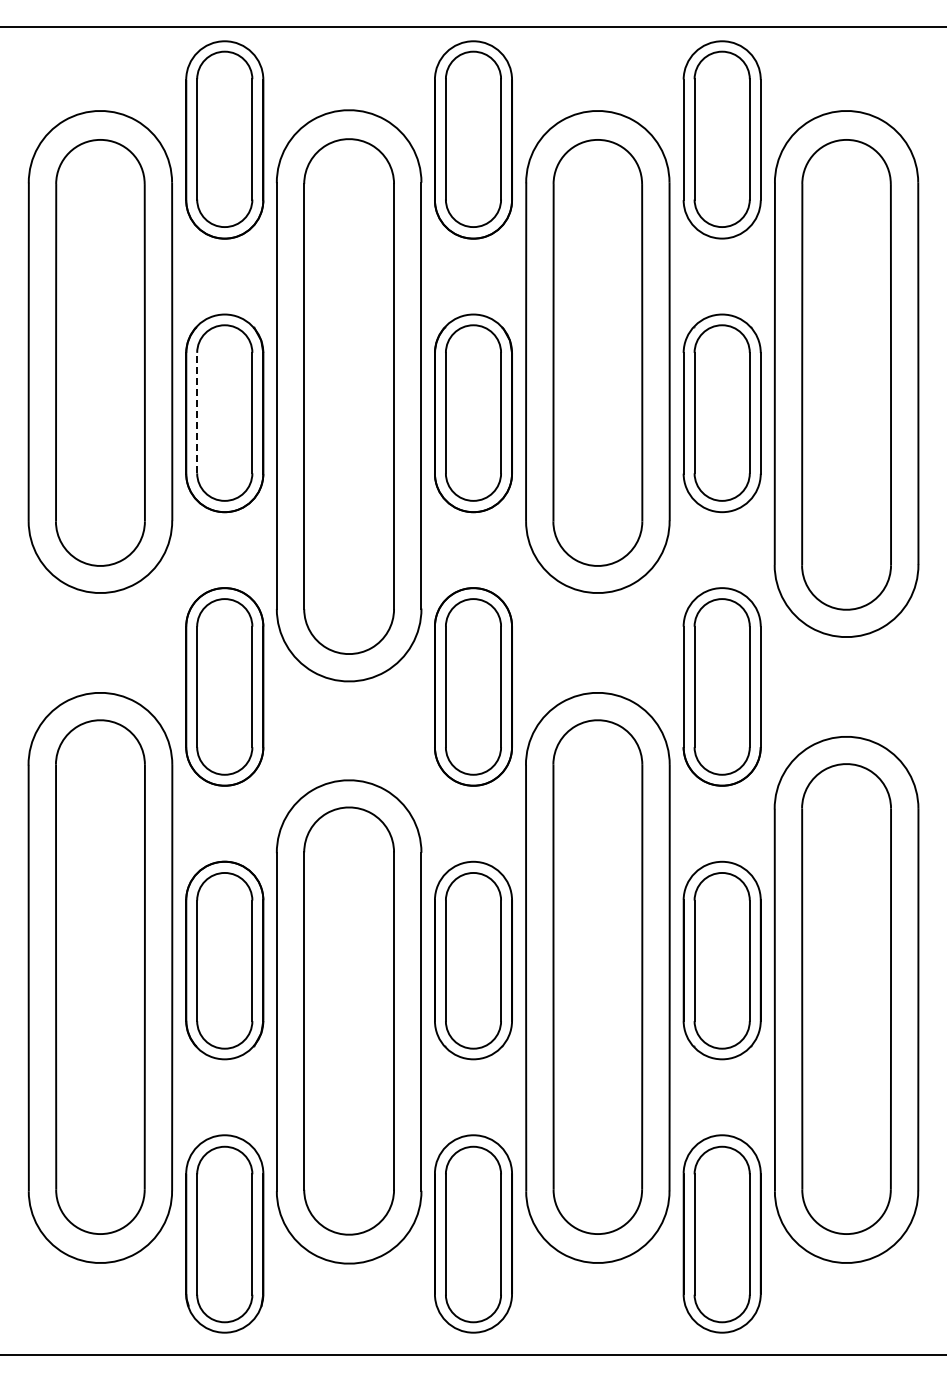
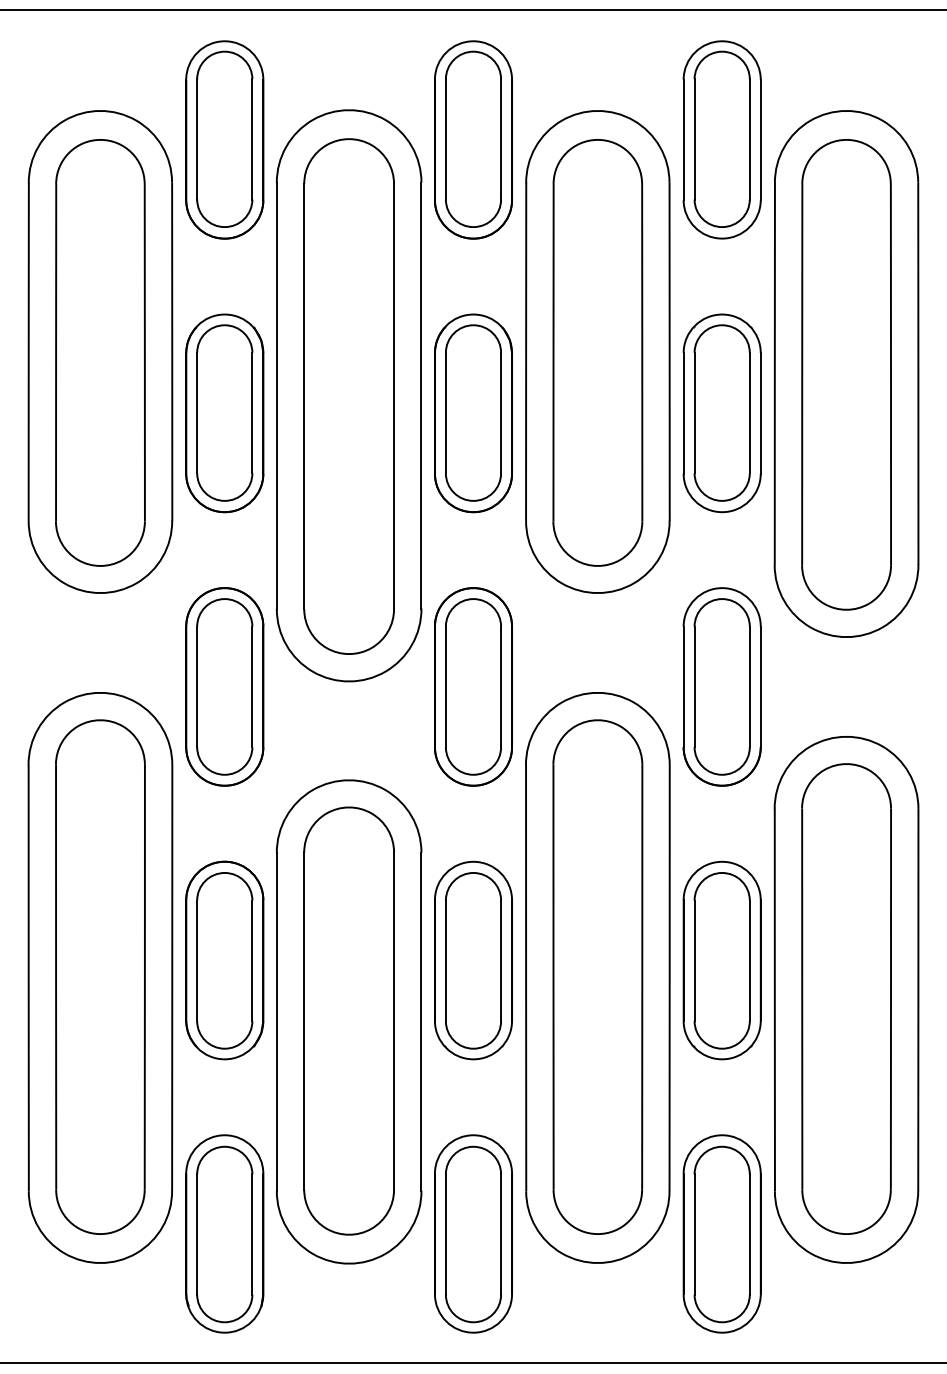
line at (472, 27) position: (472, 27) -> (472, 10)
line at (197, 412): dashed -> solid
line at (472, 1355) position: (472, 1355) -> (472, 1363)
